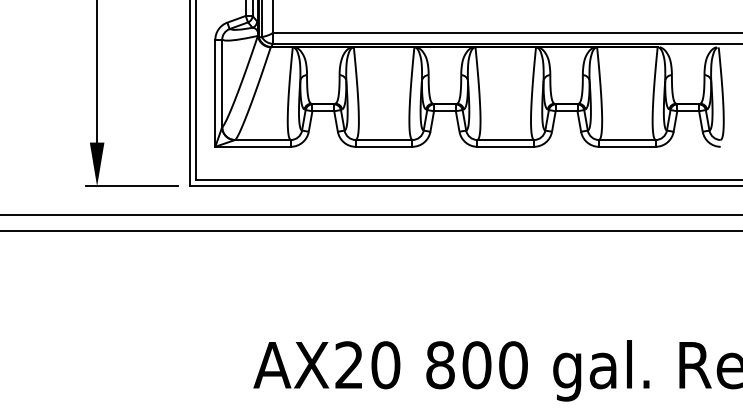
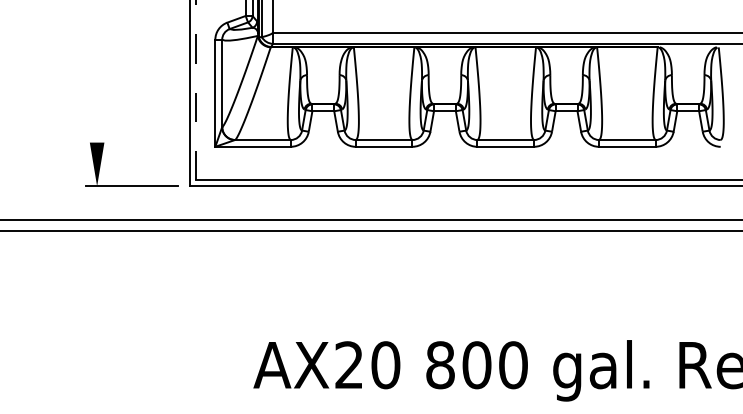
line at (97, 72): present -> none
line at (195, 90): solid -> dashed
line at (370, 215) position: (370, 215) -> (370, 220)
